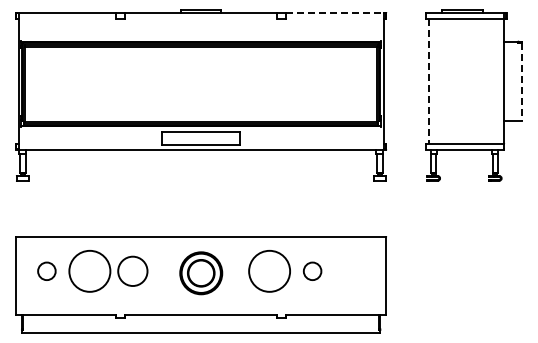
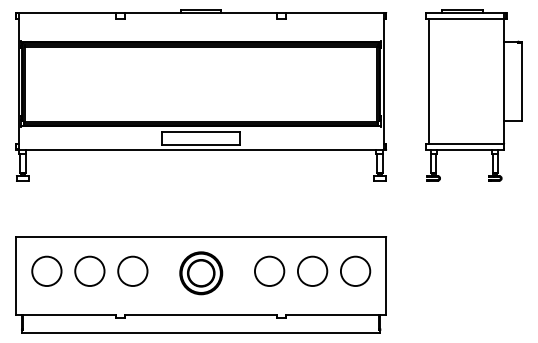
line at (336, 13): dashed -> solid
line at (428, 81): dashed -> solid
line at (521, 81): dashed -> solid
circle at (89, 270) diameter: 41 px -> 29 px
circle at (269, 270) diameter: 41 px -> 29 px
circle at (355, 270): none -> present
circle at (46, 271) diameter: 18 px -> 29 px
circle at (312, 271) diameter: 18 px -> 29 px
